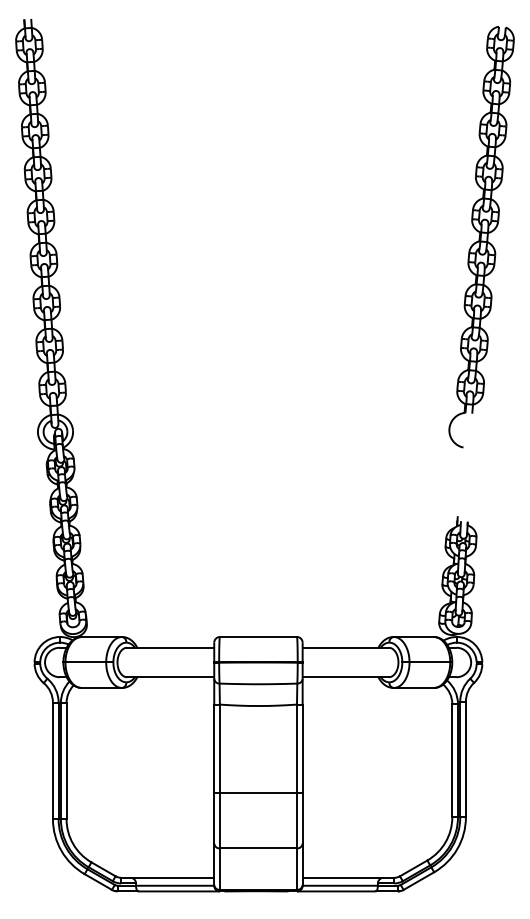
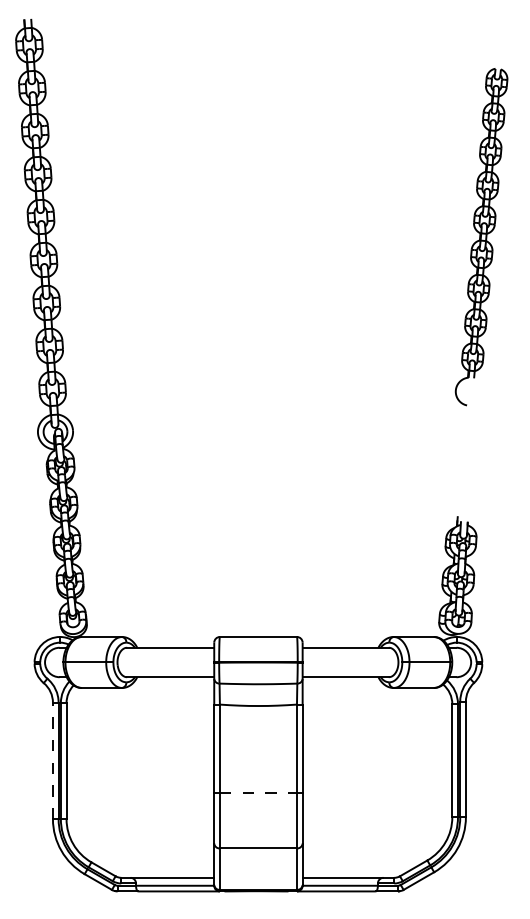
part at (481, 236) size: 67x424 px -> 55x339 px
line at (52, 760): solid -> dashed
line at (258, 793): solid -> dashed
